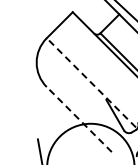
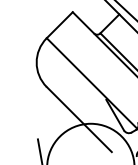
line at (92, 83): dashed -> solid
line at (79, 119): dashed -> solid
